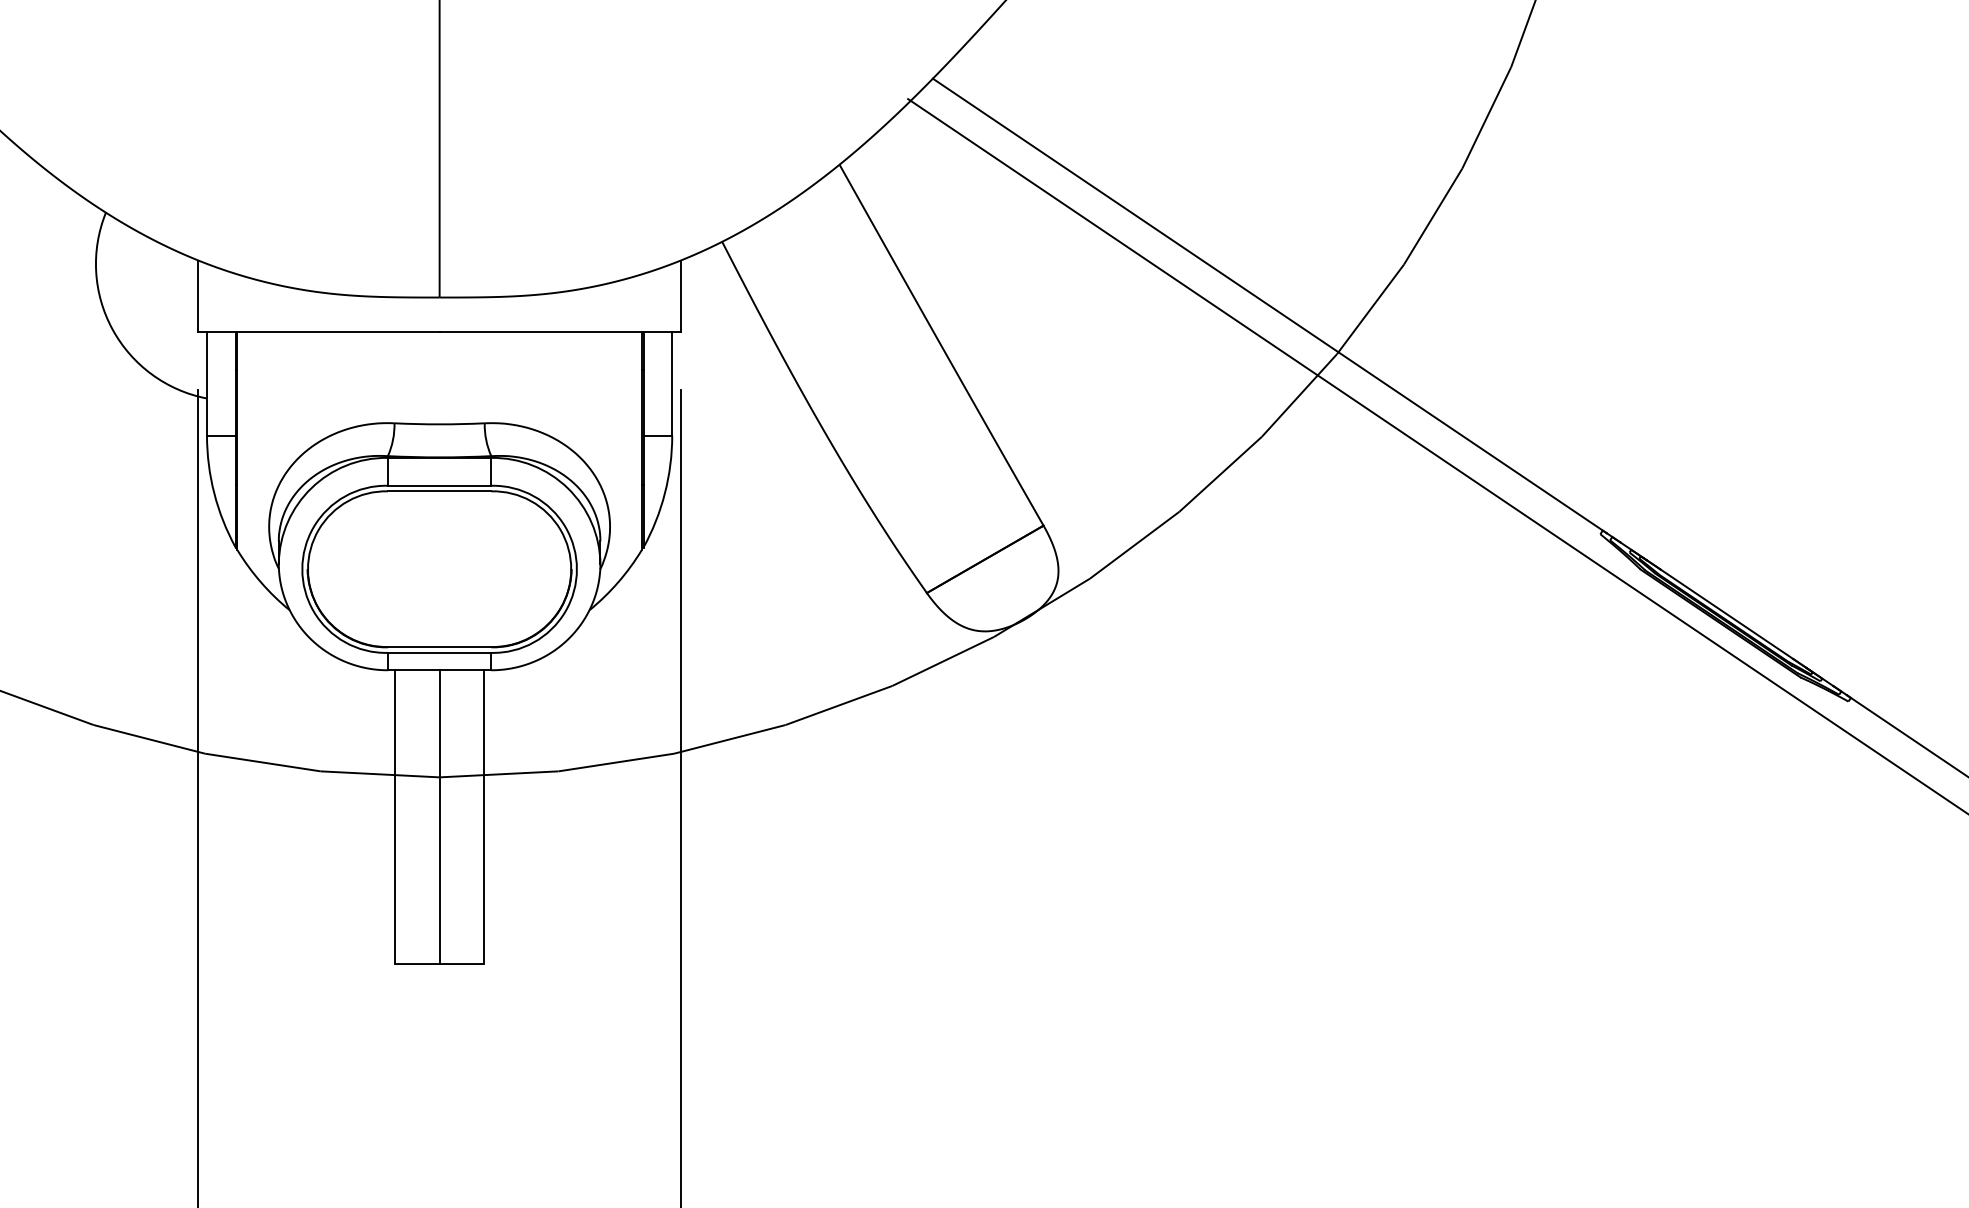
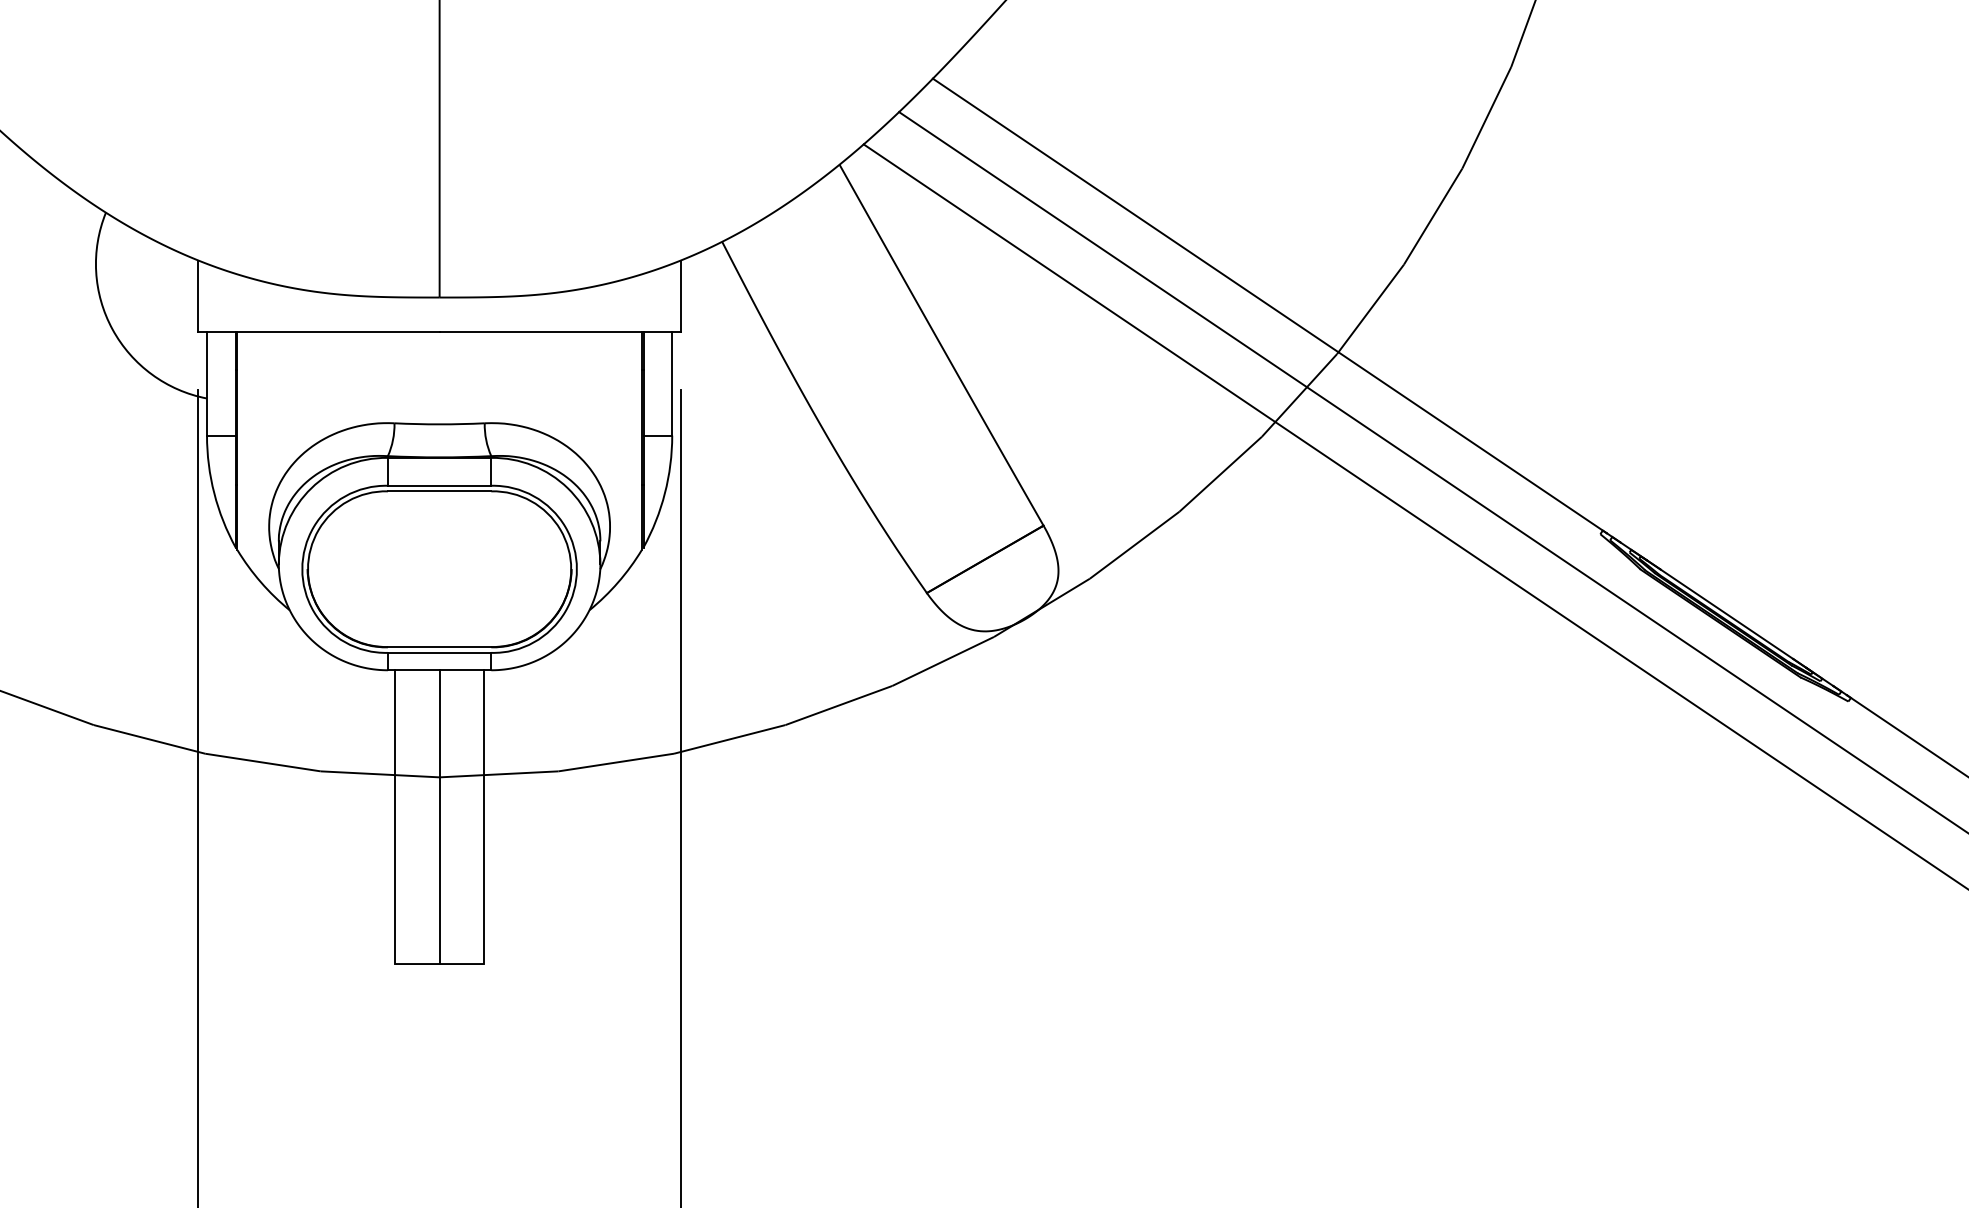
line at (1436, 455) position: (1436, 455) -> (1432, 471)
line at (1414, 515): none -> present
